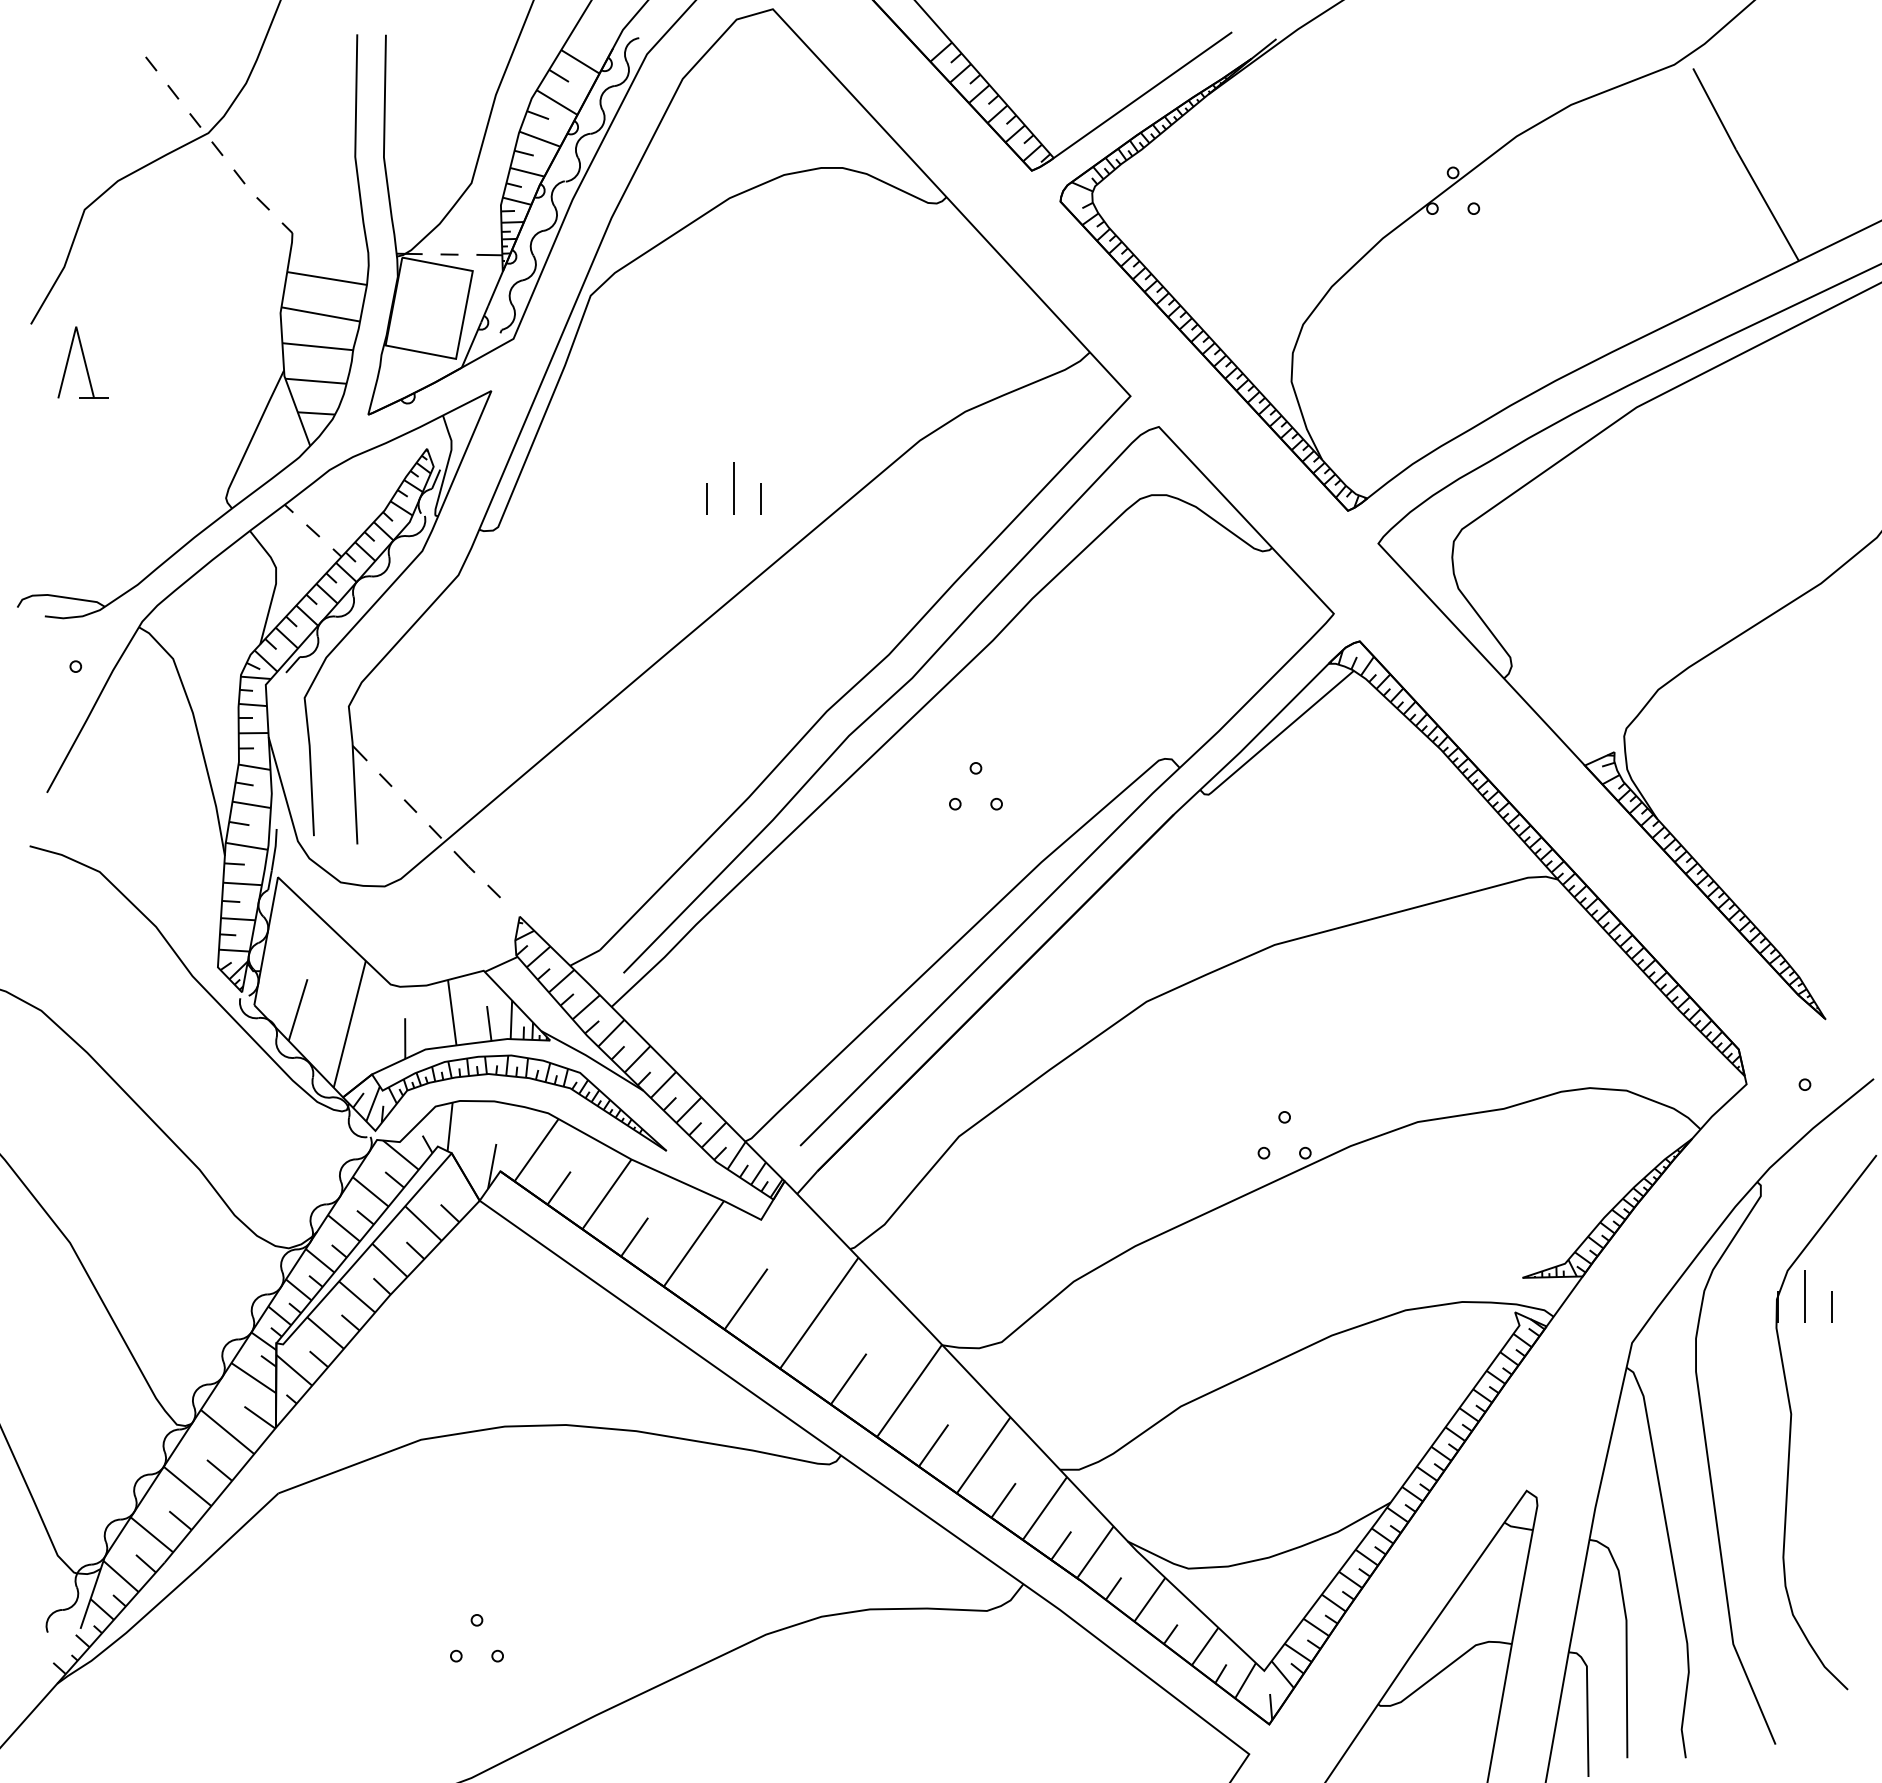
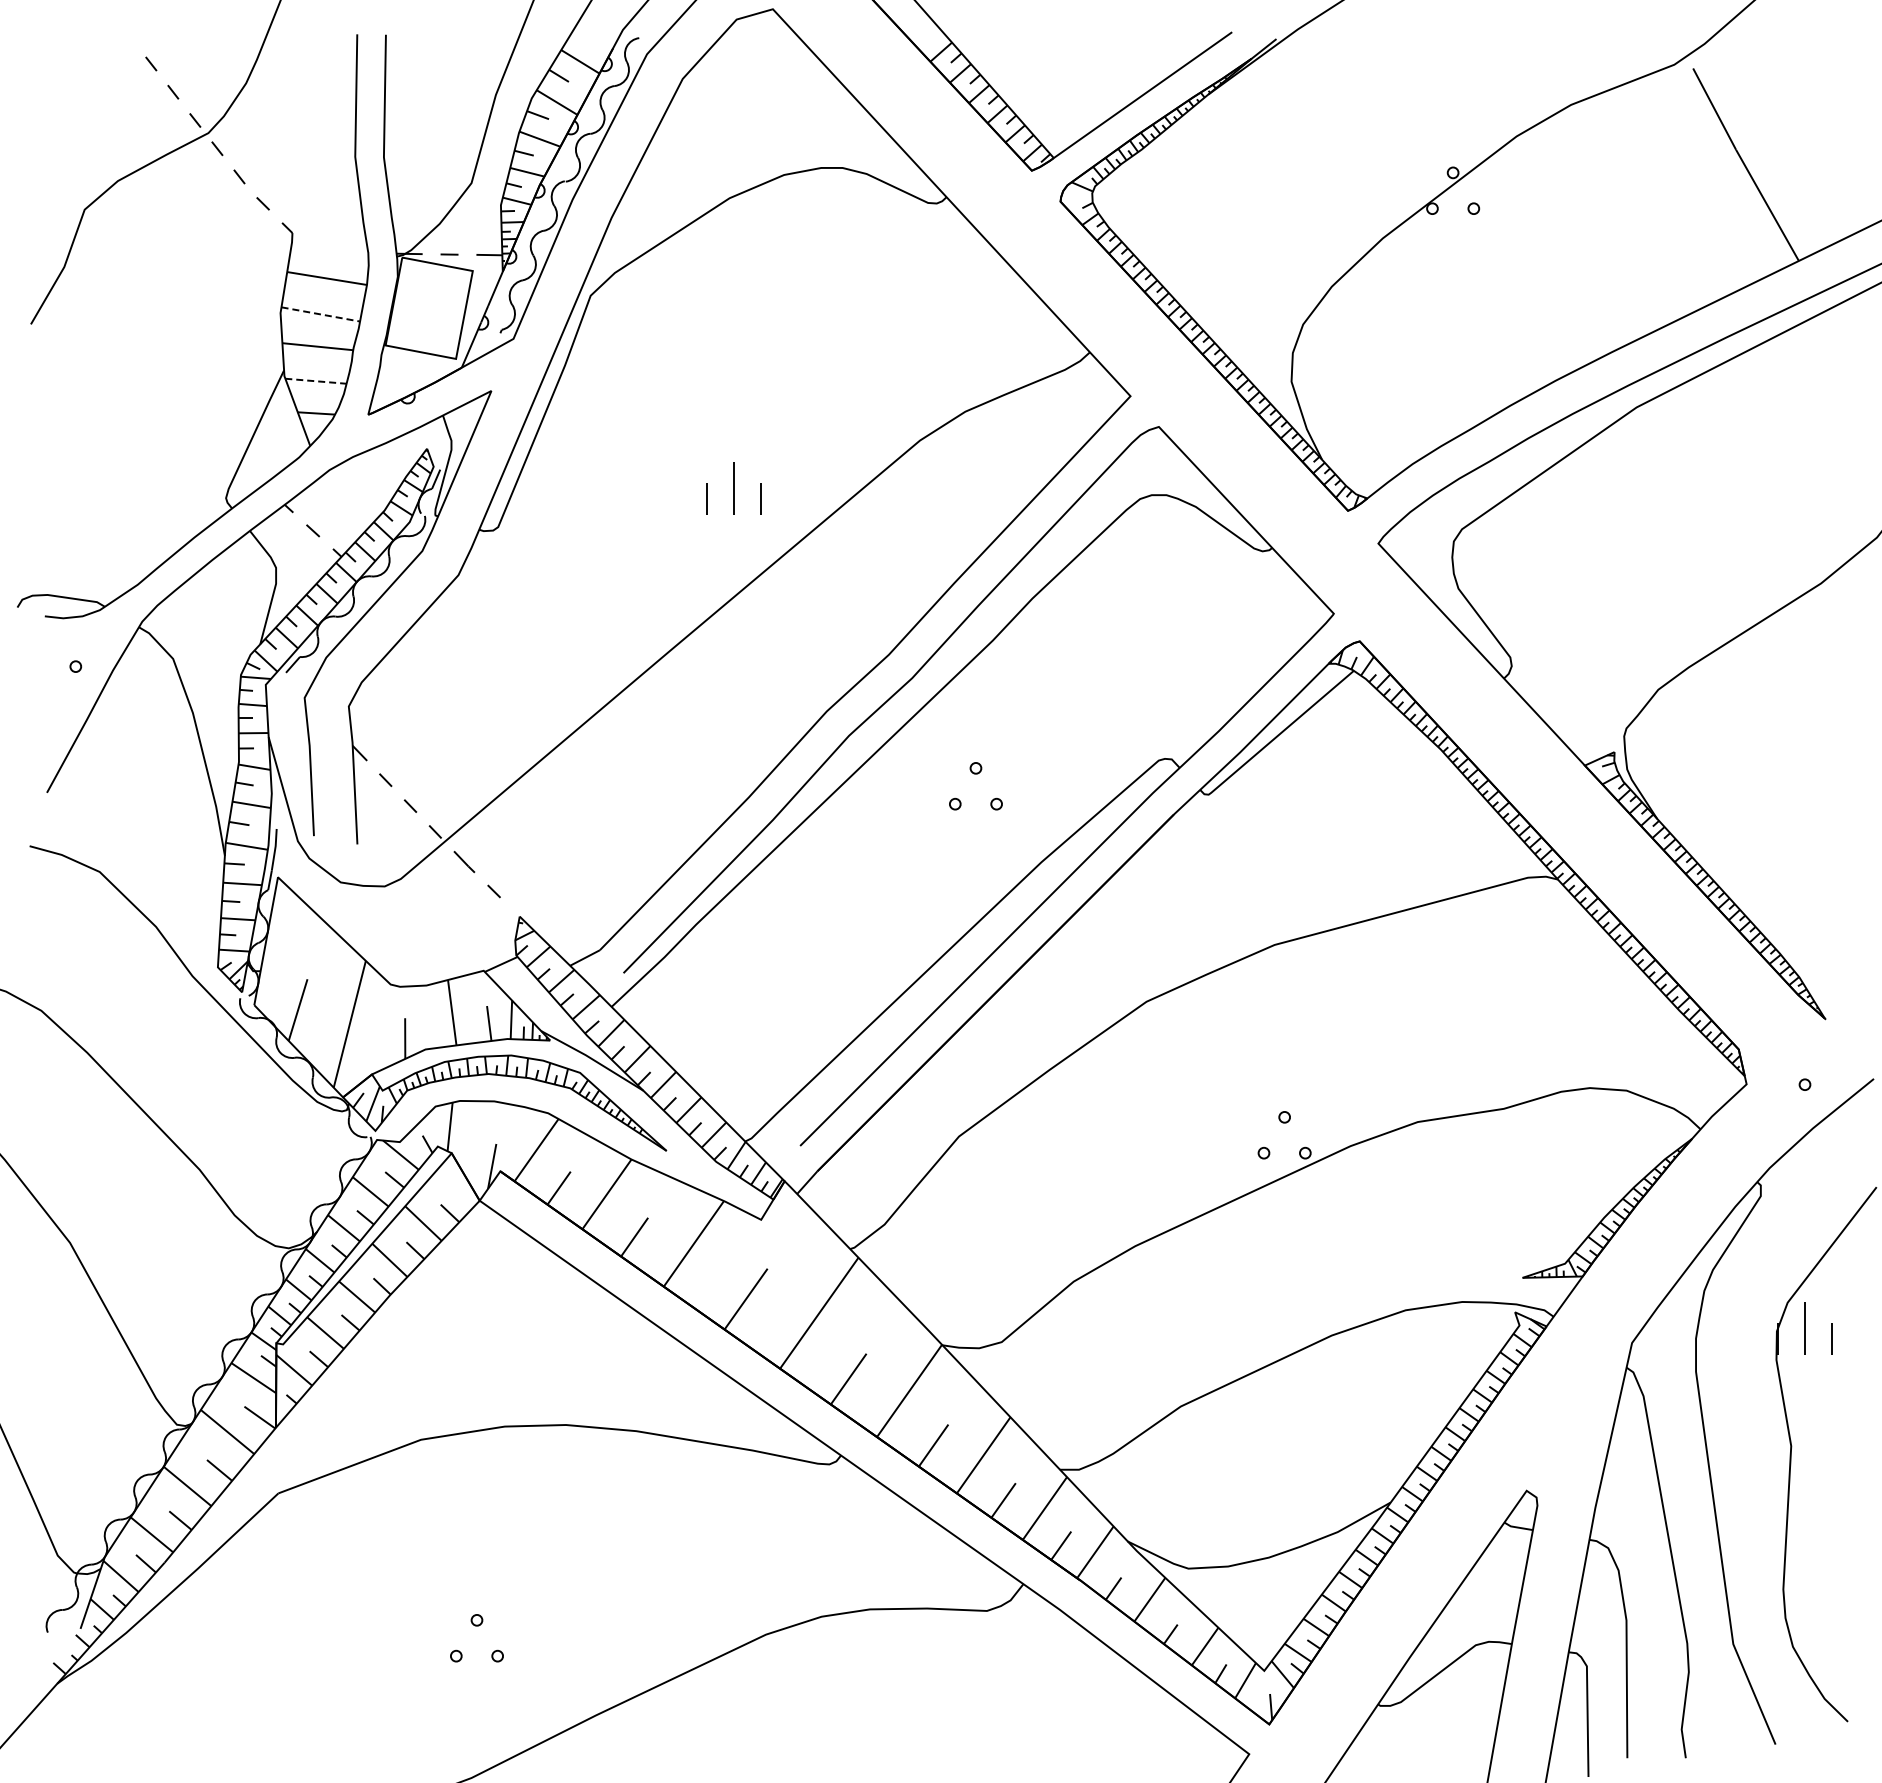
line at (320, 314): solid -> dashed
part at (82, 362): present -> none
line at (315, 381): solid -> dashed
part at (1792, 1415) position: (1792, 1415) -> (1792, 1447)
